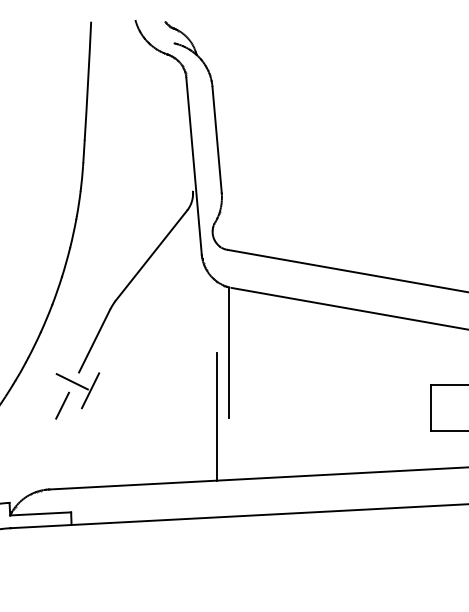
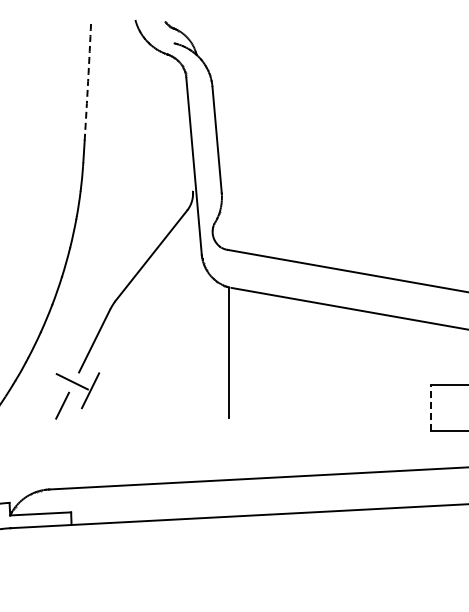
arc at (88, 81): solid -> dashed
line at (430, 408): solid -> dashed
line at (216, 416): present -> none
